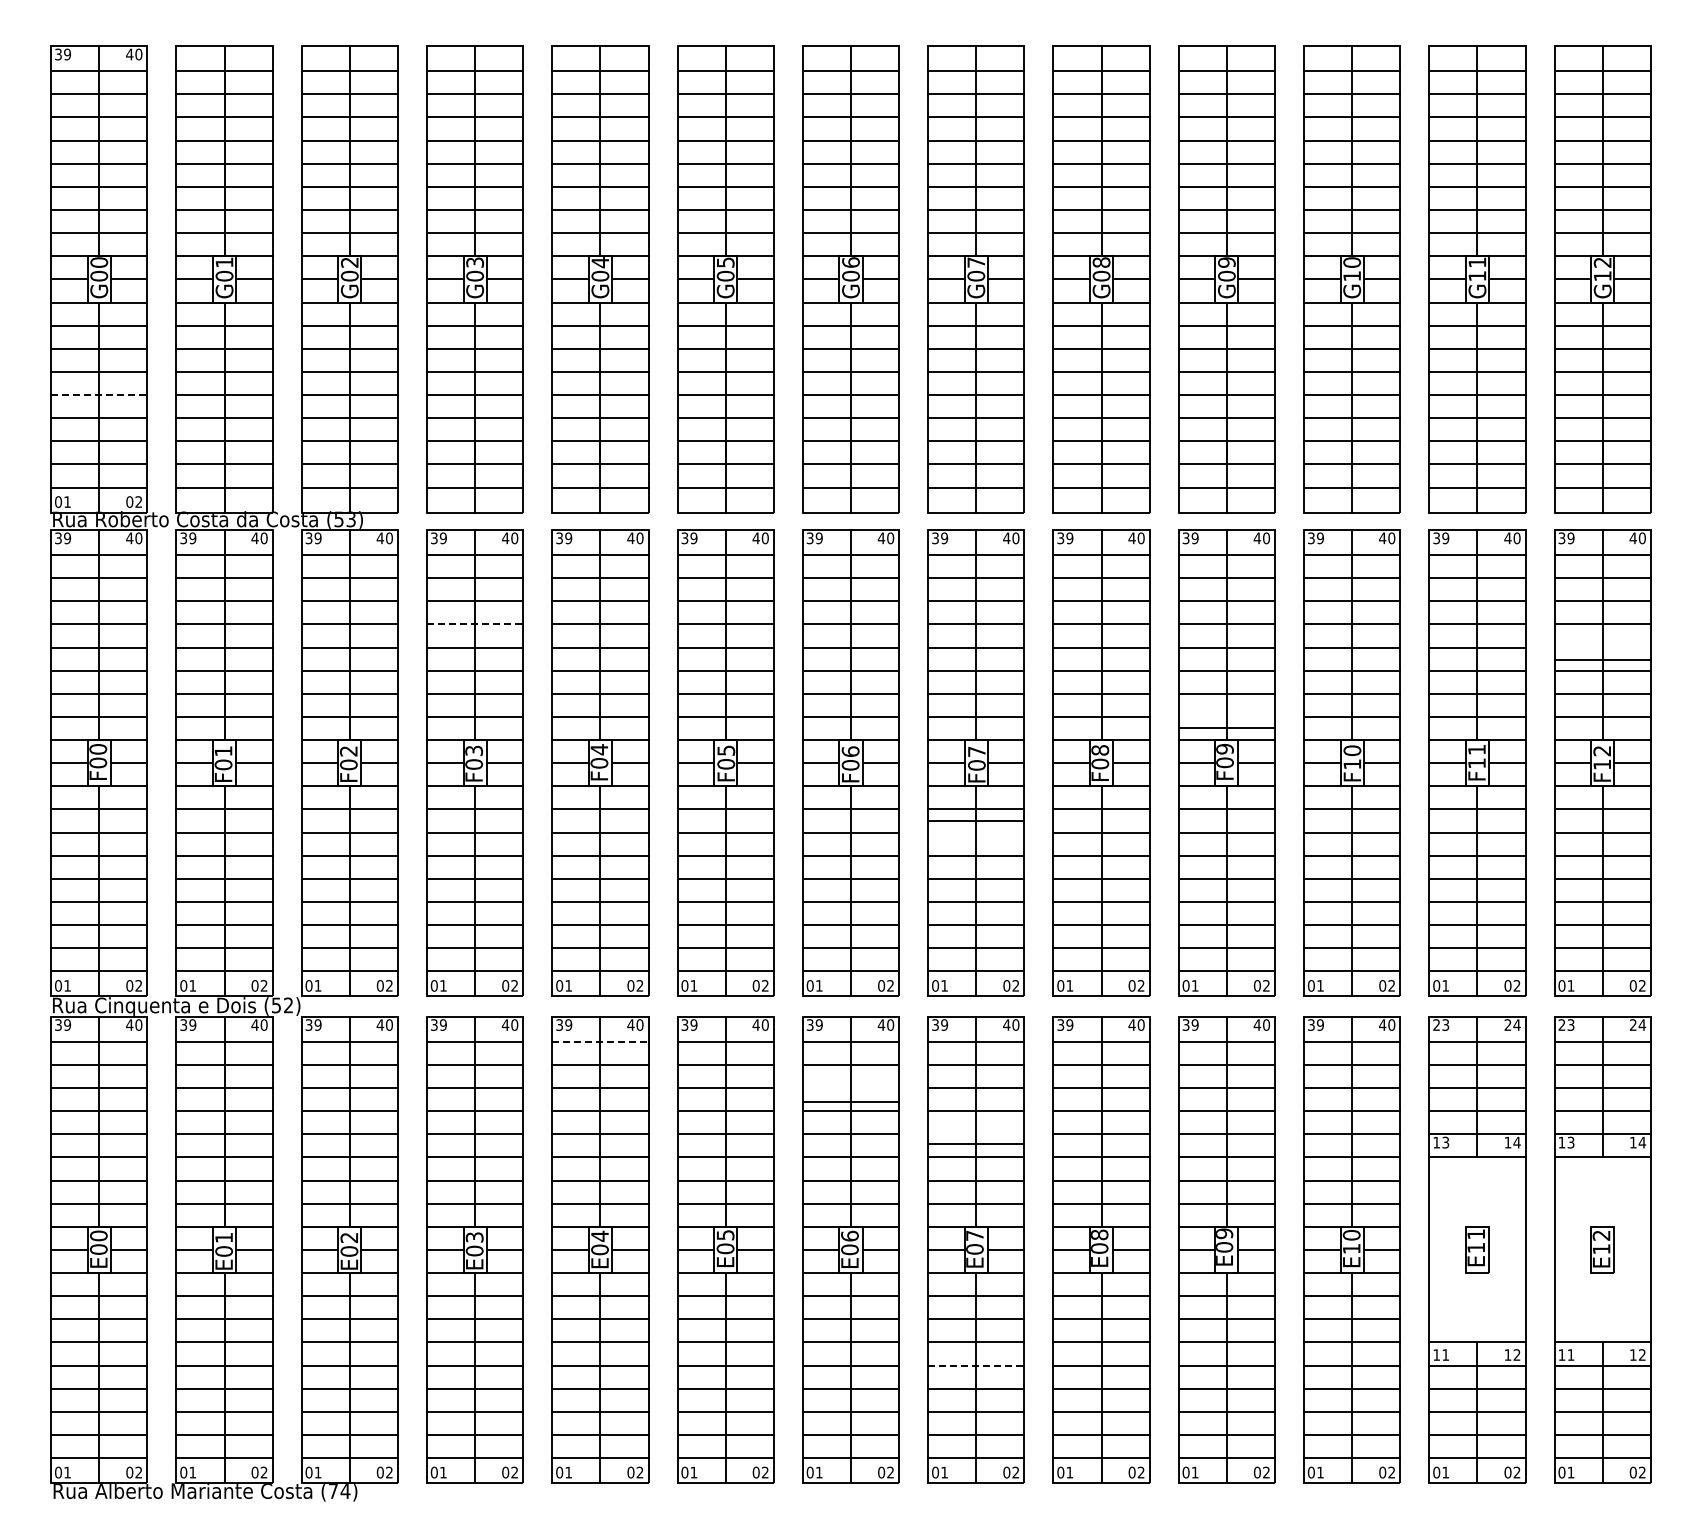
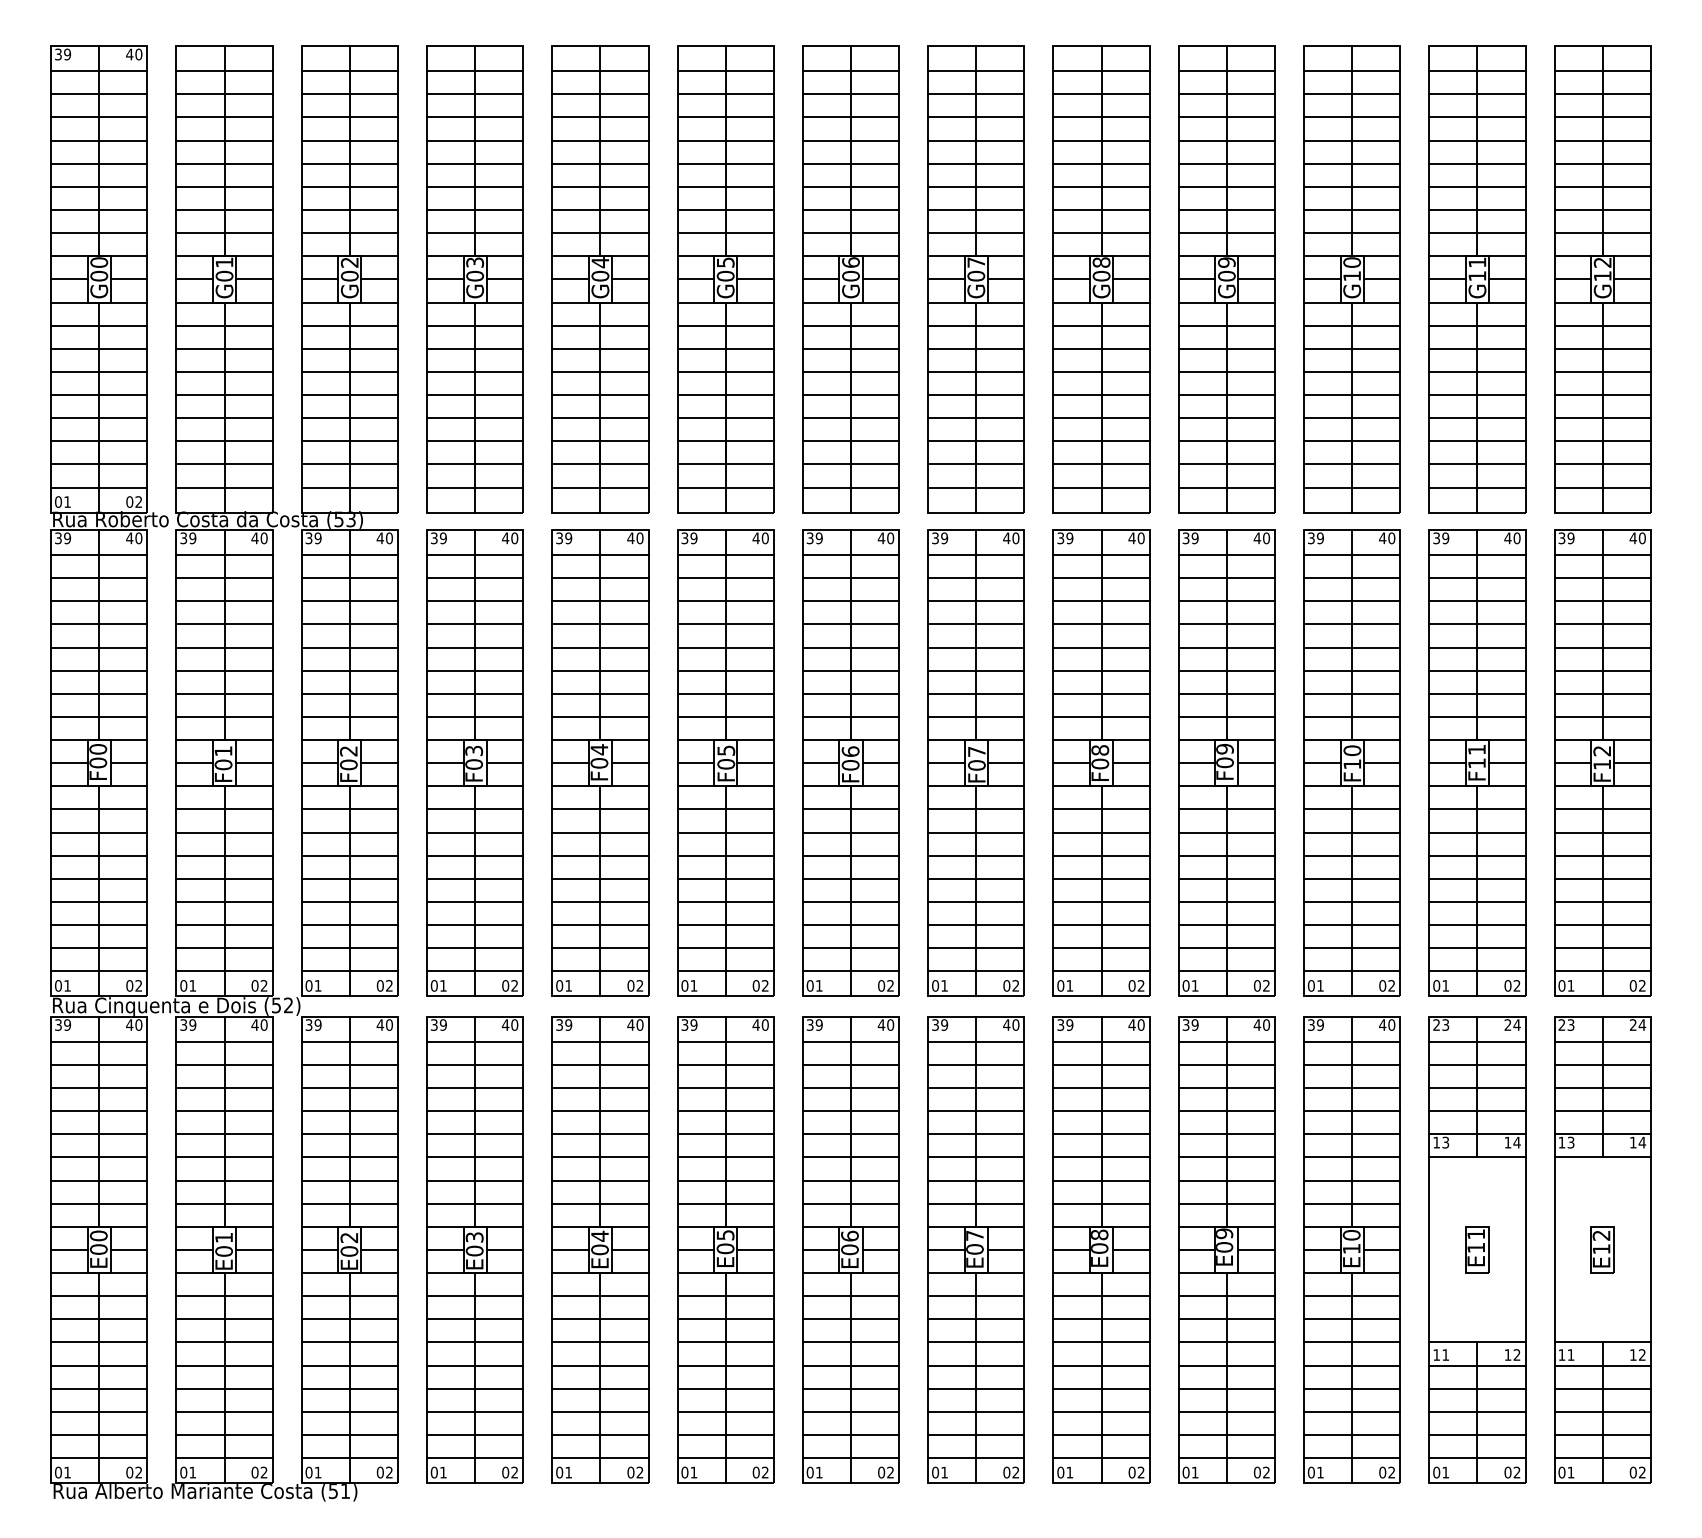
line at (99, 395): dashed -> solid
line at (475, 624): dashed -> solid
line at (1602, 659) position: (1602, 659) -> (1602, 647)
line at (1226, 727) position: (1226, 727) -> (1226, 716)
line at (976, 820) position: (976, 820) -> (976, 832)
line at (600, 1041): dashed -> solid
line at (850, 1102) position: (850, 1102) -> (850, 1088)
line at (976, 1144) position: (976, 1144) -> (976, 1134)
line at (976, 1365): dashed -> solid
text at (339, 1491): (74) -> (51)
